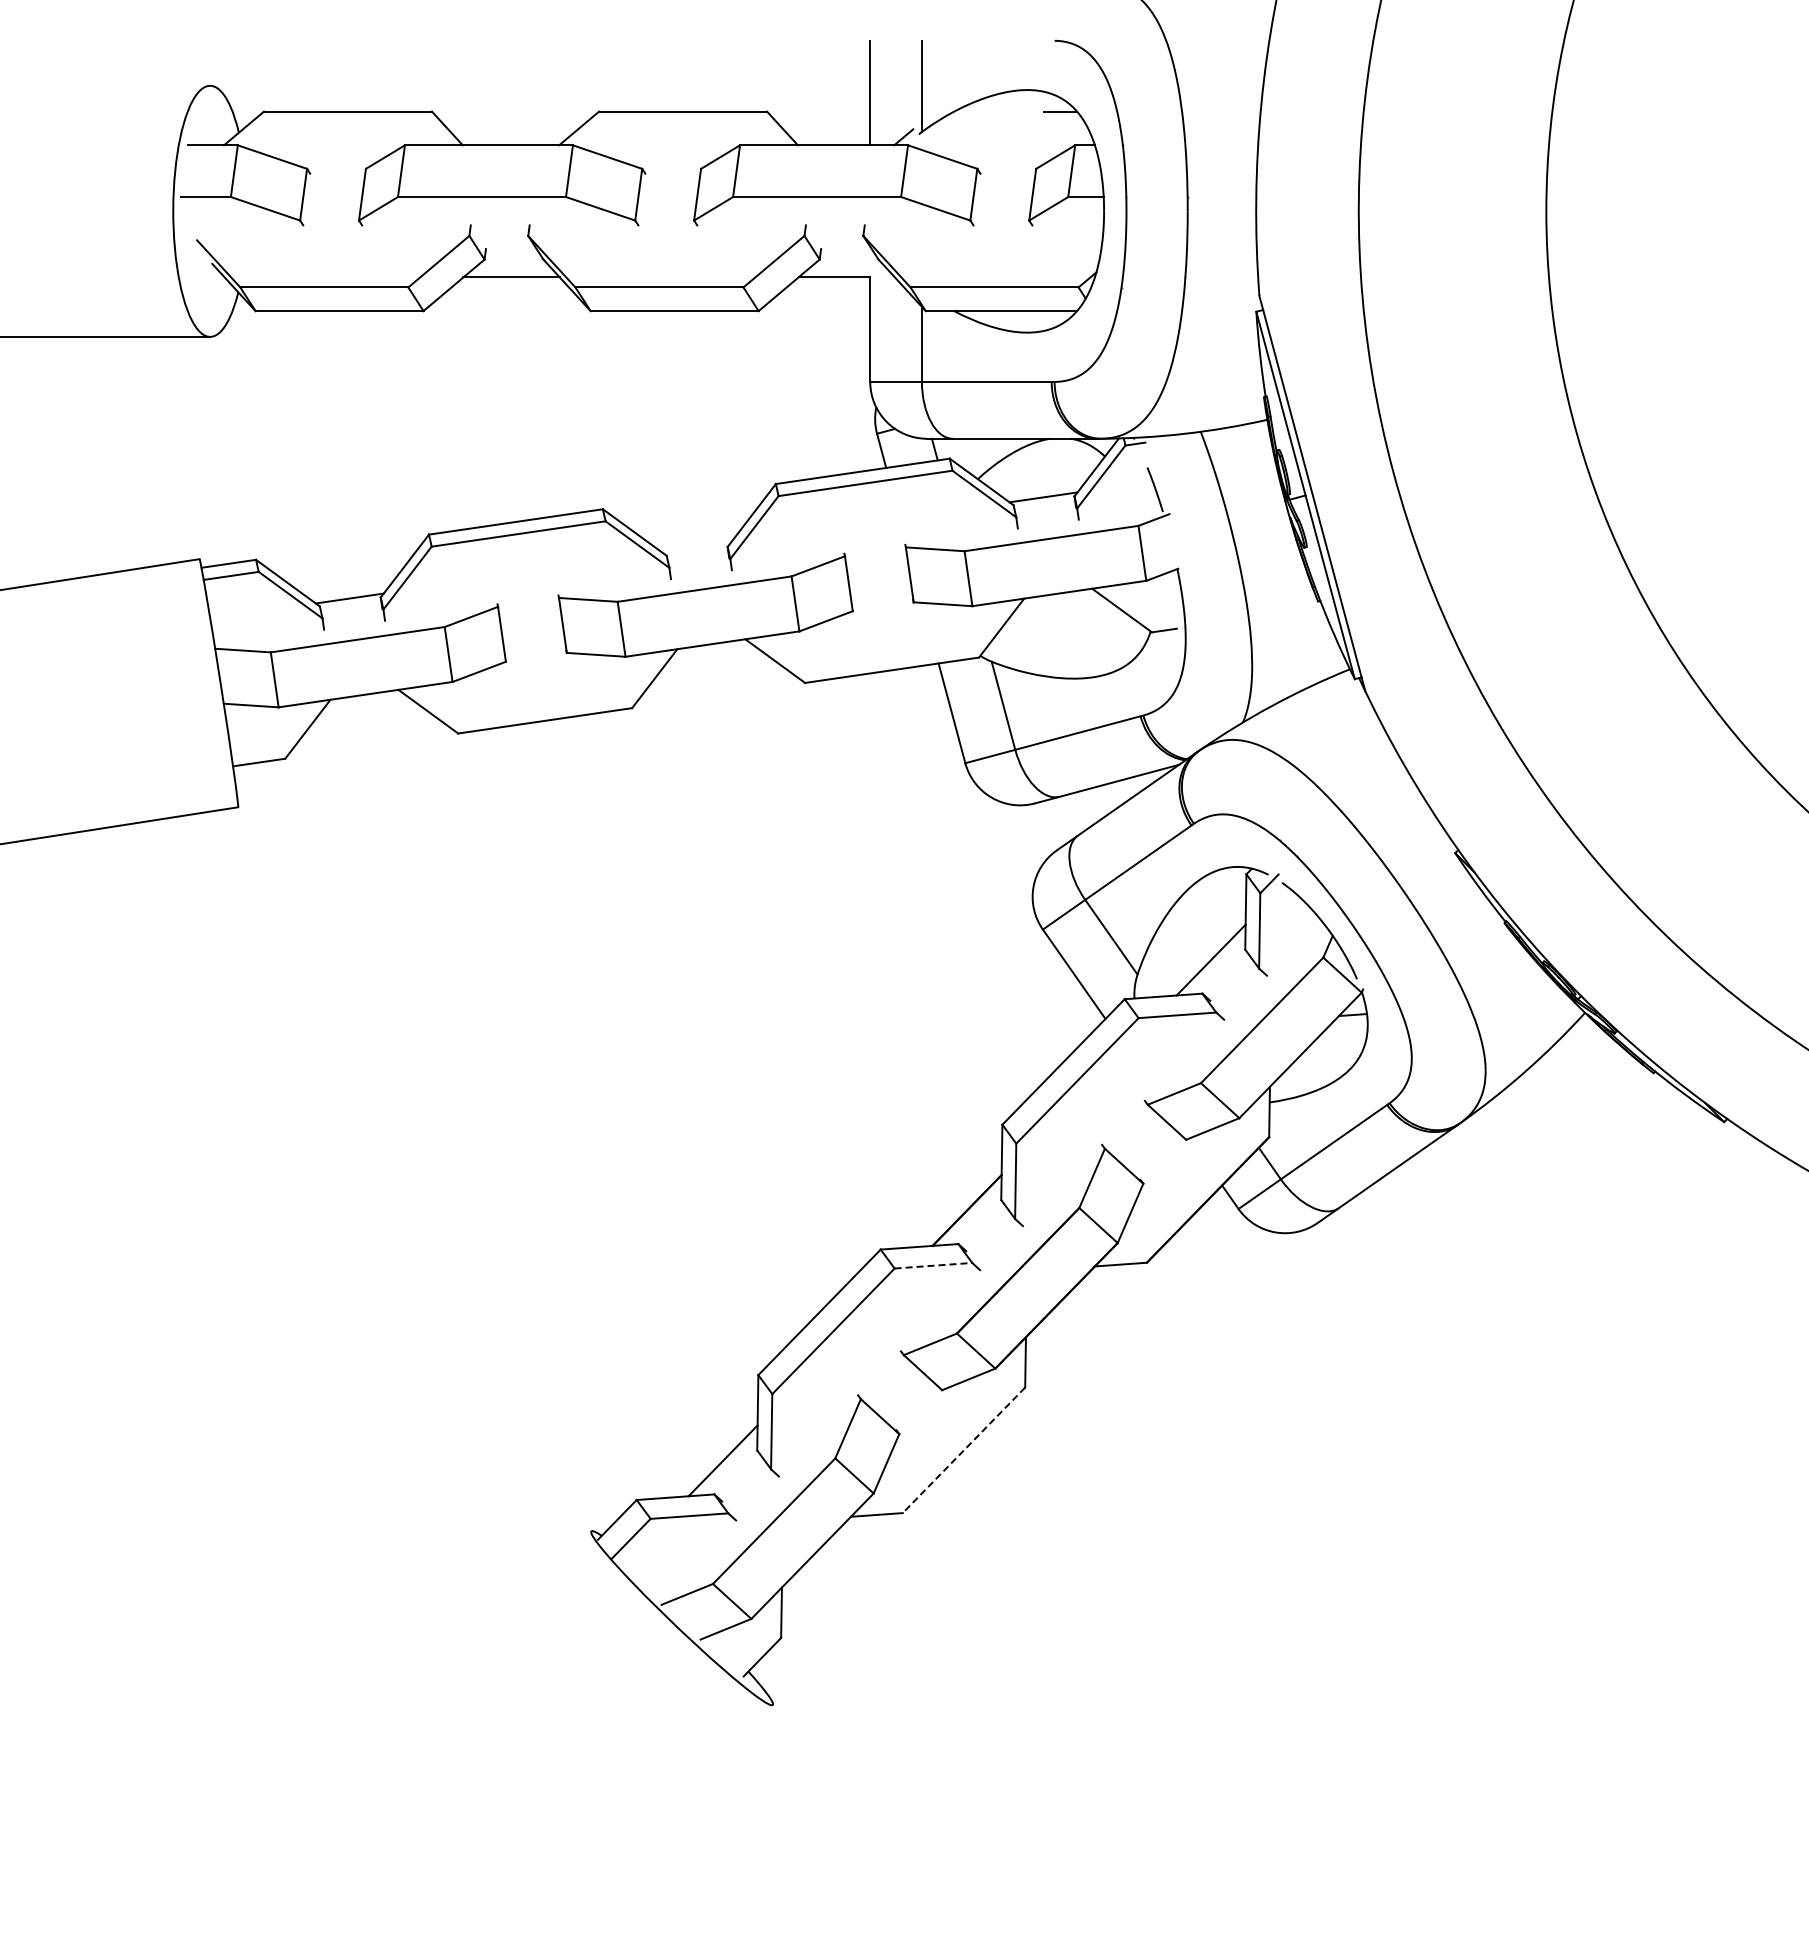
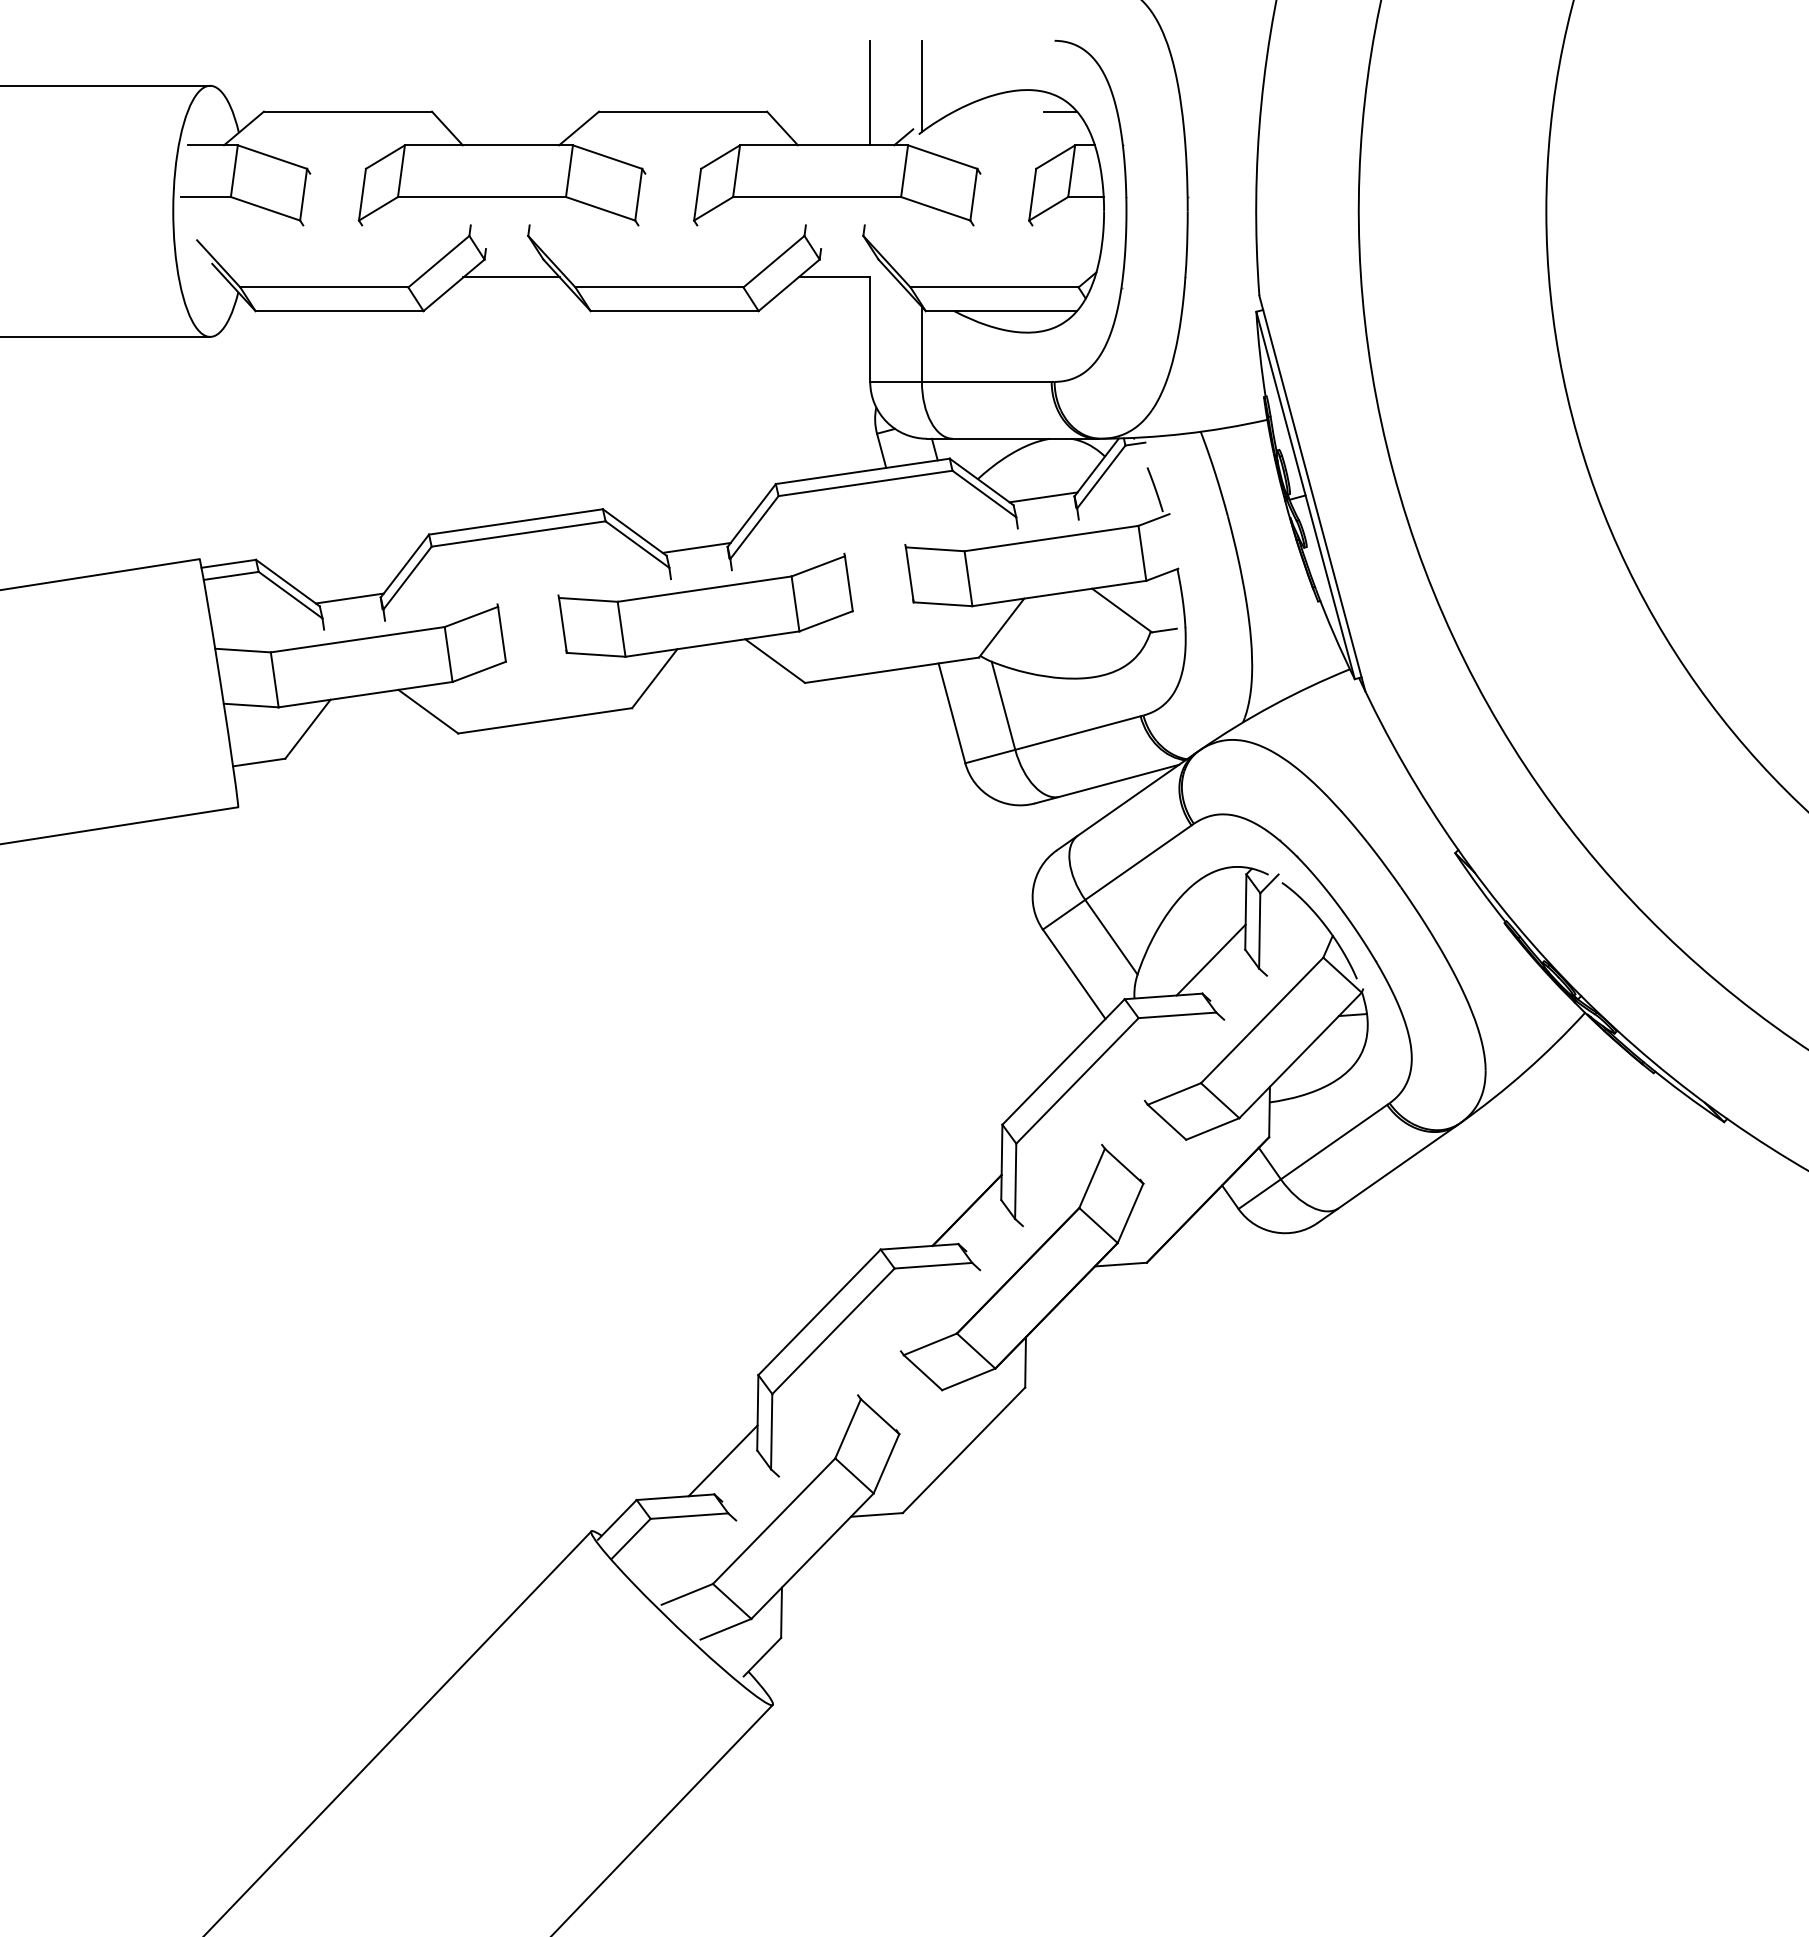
line at (106, 85): none -> present
line at (696, 547): none -> present
line at (933, 1265): dashed -> solid
line at (964, 1450): dashed -> solid
line at (398, 1732): none -> present
line at (663, 1818): none -> present
